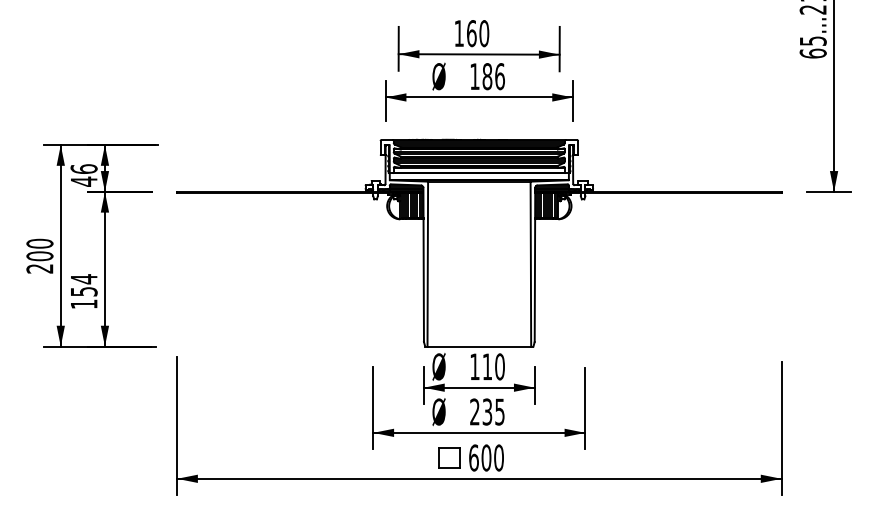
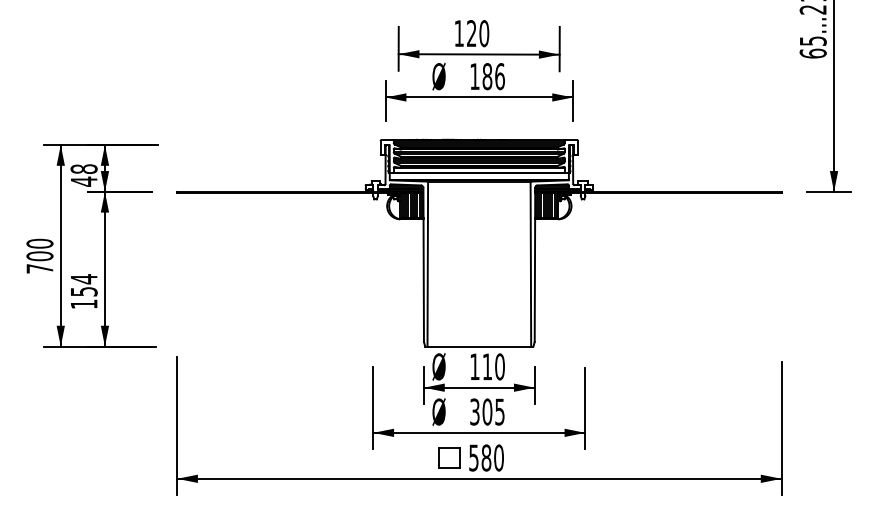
text at (471, 33): 160 -> 120
text at (83, 168): 46 -> 48
text at (39, 268): 200 -> 700
text at (481, 411): 235 -> 305
text at (480, 457): 600 -> 580
